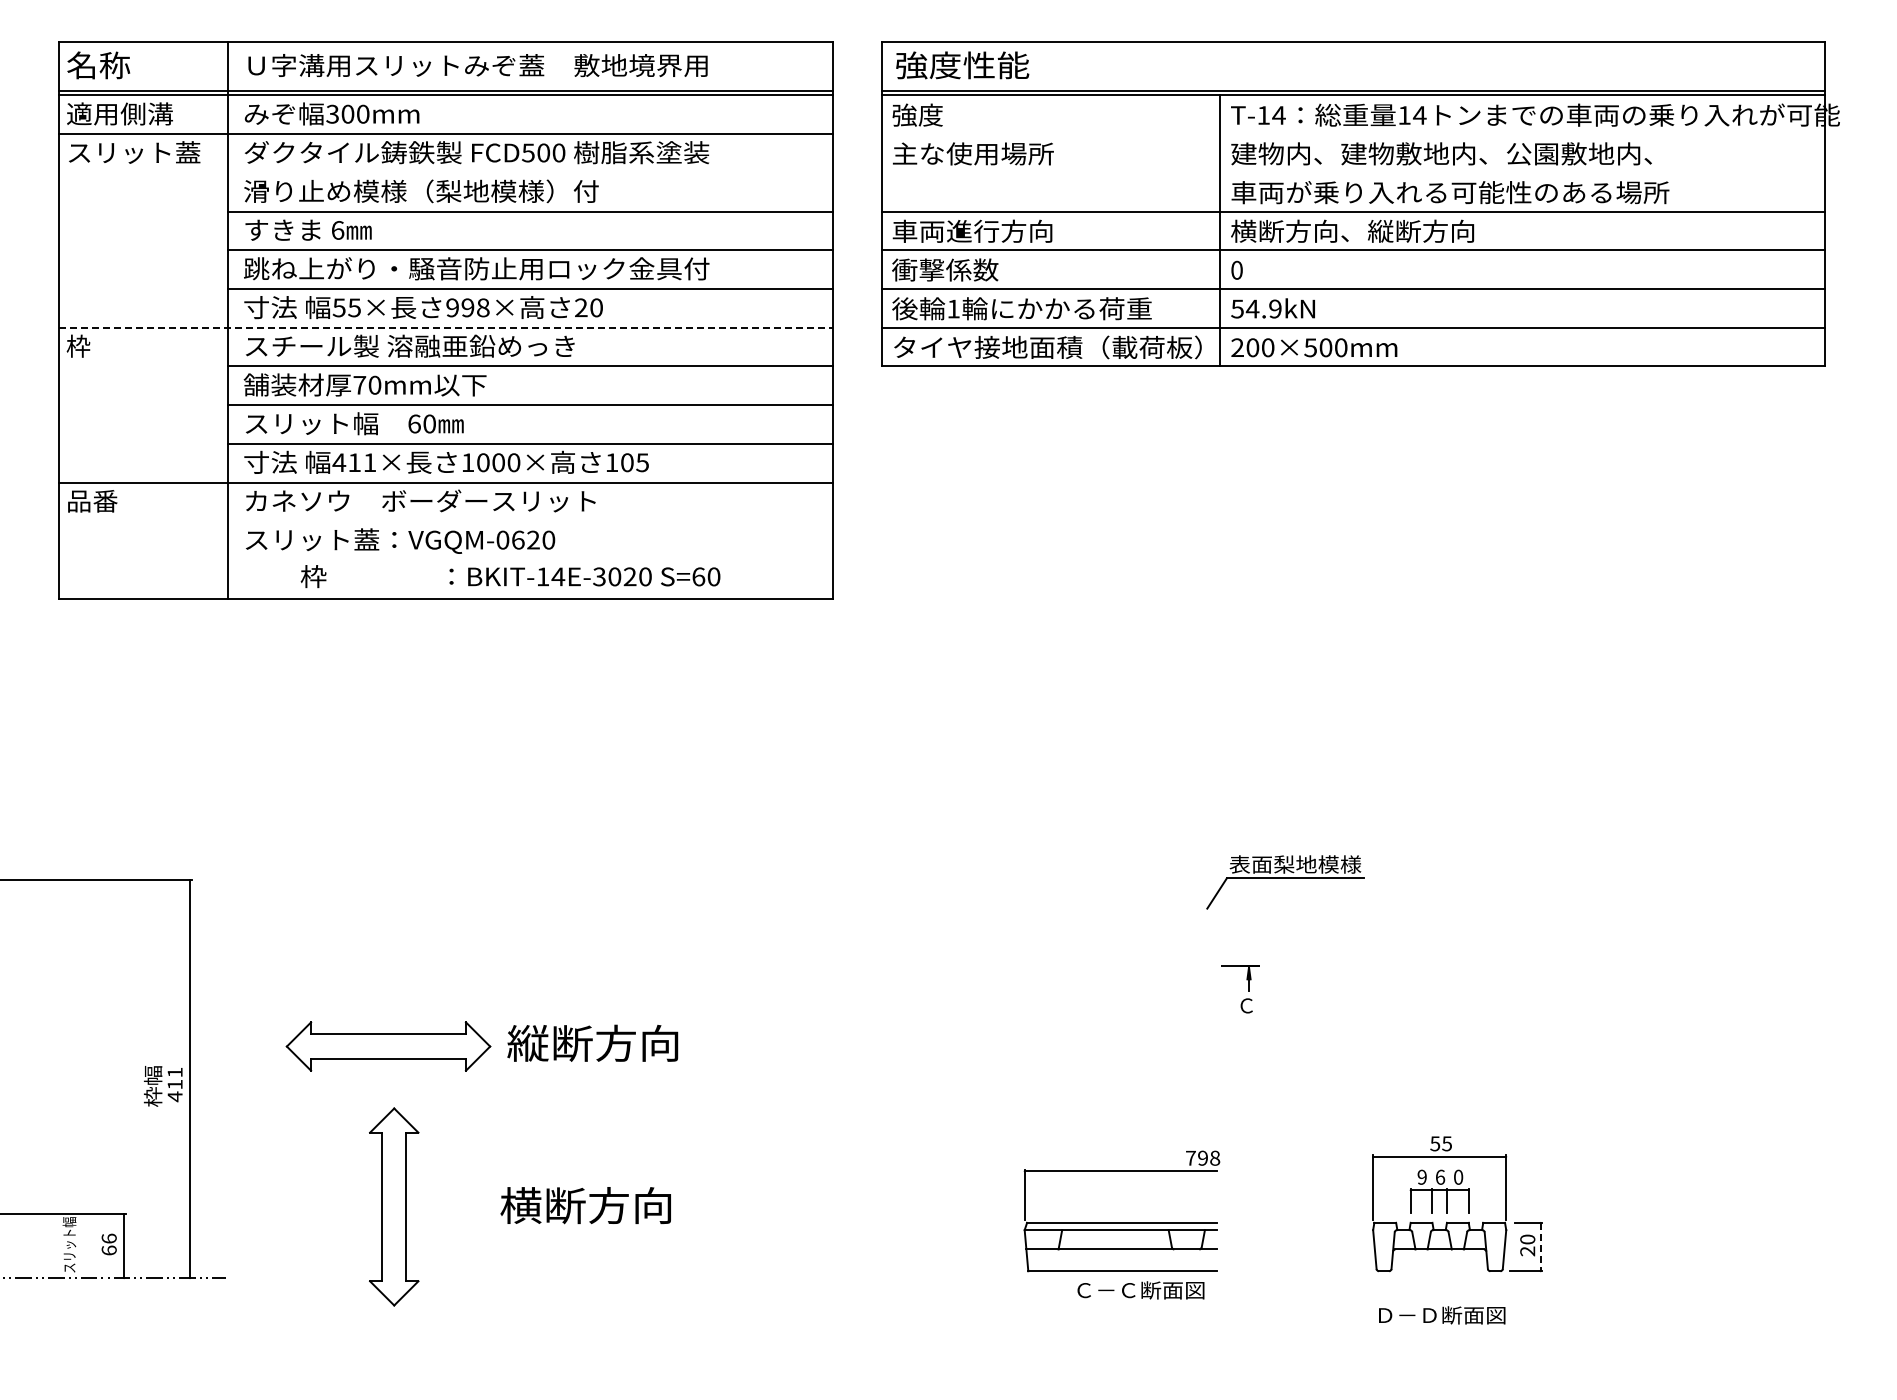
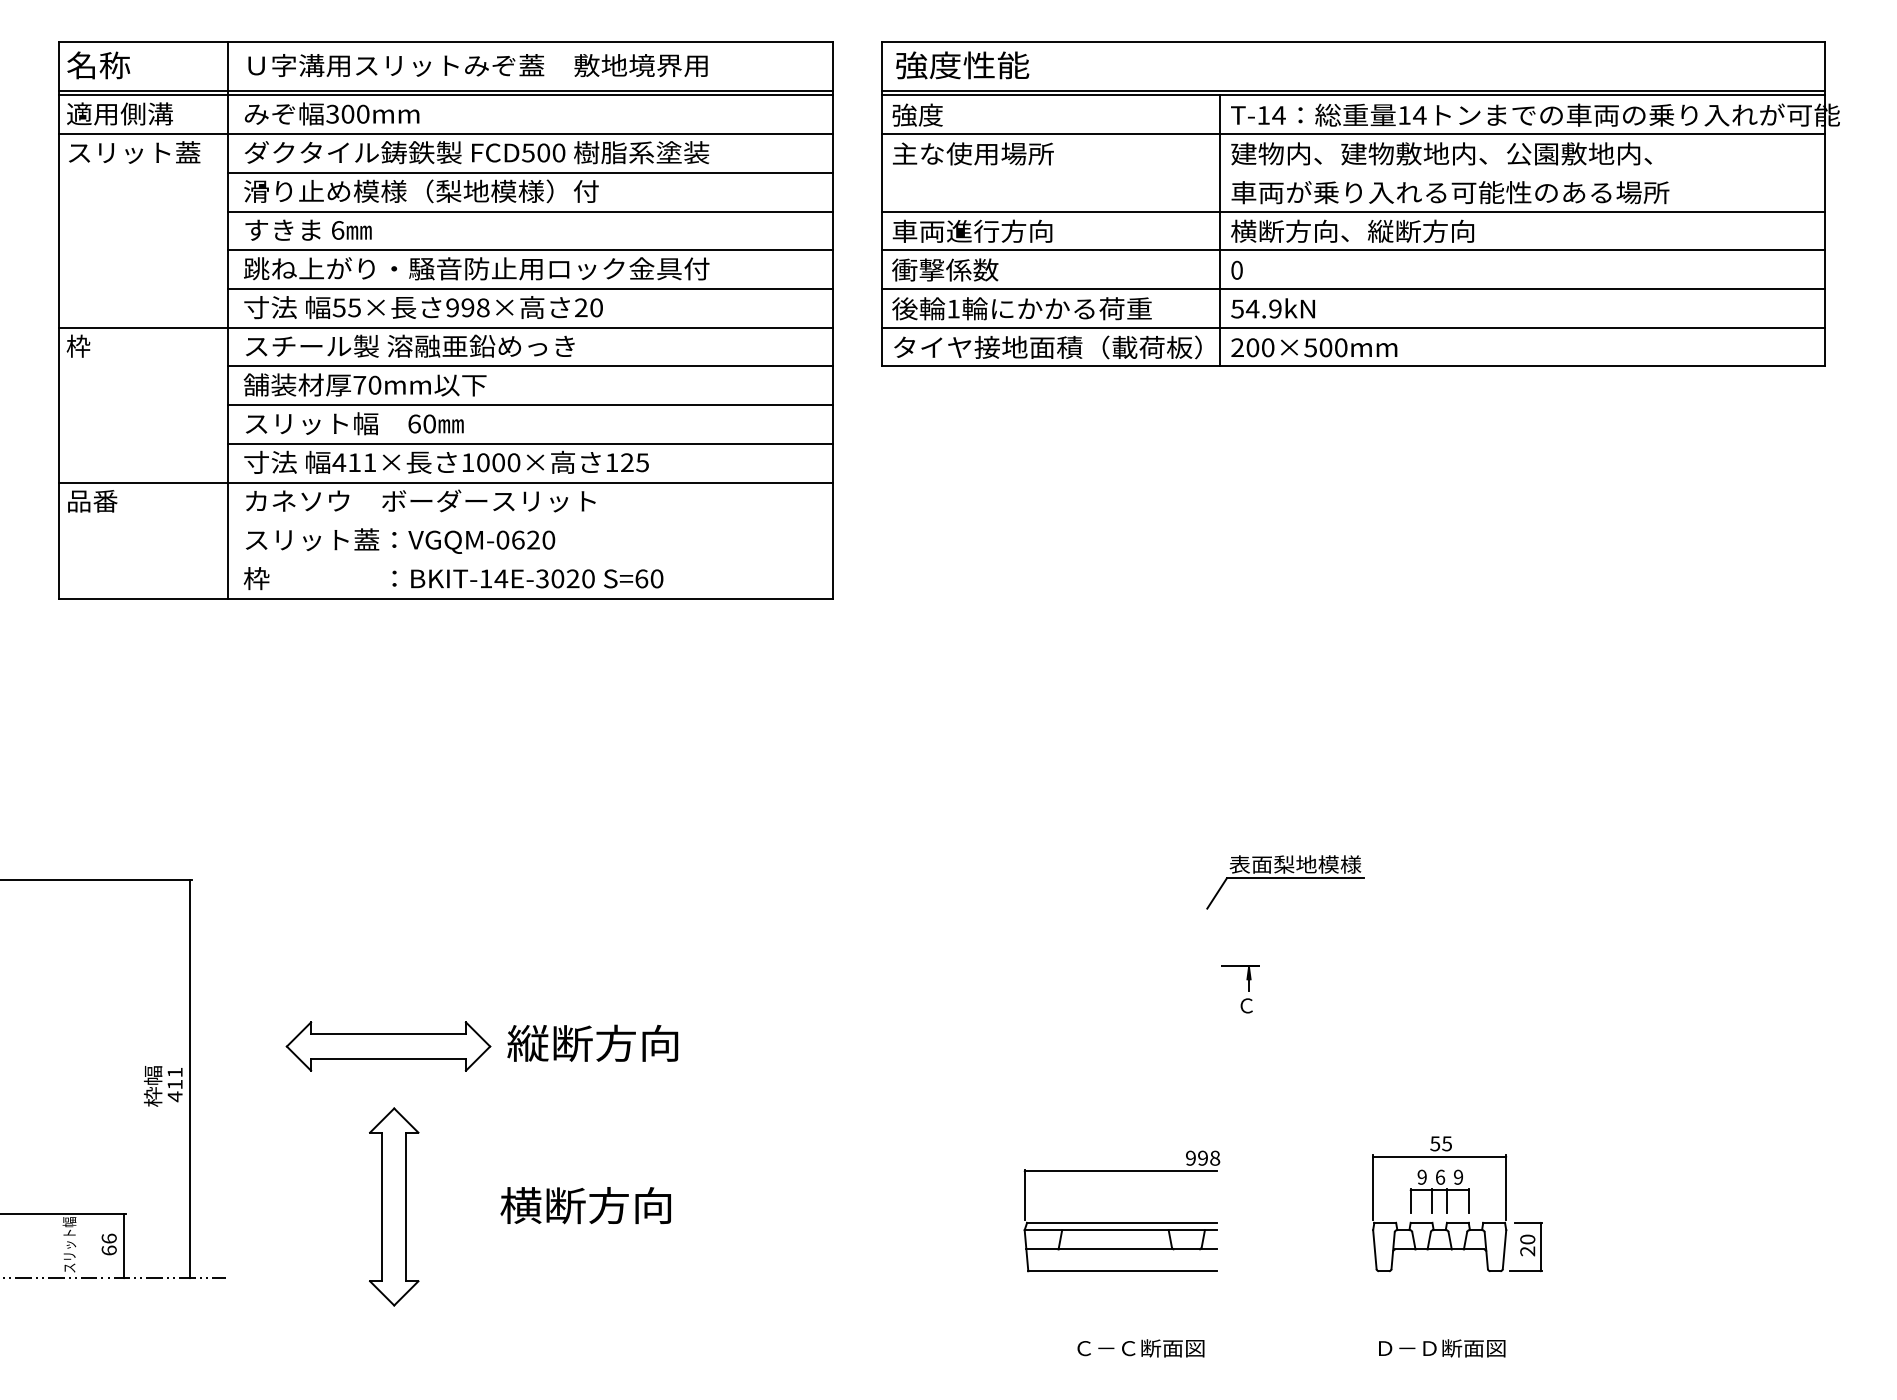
line at (1353, 134): none -> present
line at (530, 172): none -> present
line at (446, 327): dashed -> solid
text at (627, 462): 105 -> 125
text at (510, 576) position: (510, 576) -> (453, 578)
text at (1190, 1157): 798 -> 998
text at (1458, 1176): 0 -> 9
line at (1540, 1247): dashed -> solid
text at (1140, 1290) position: (1140, 1290) -> (1140, 1348)
text at (1442, 1315) position: (1442, 1315) -> (1442, 1348)
